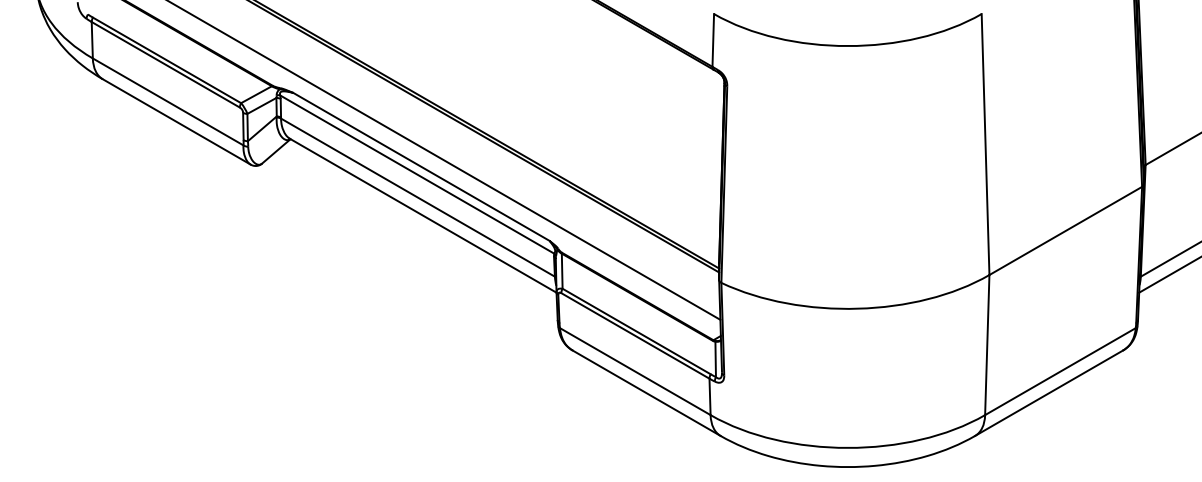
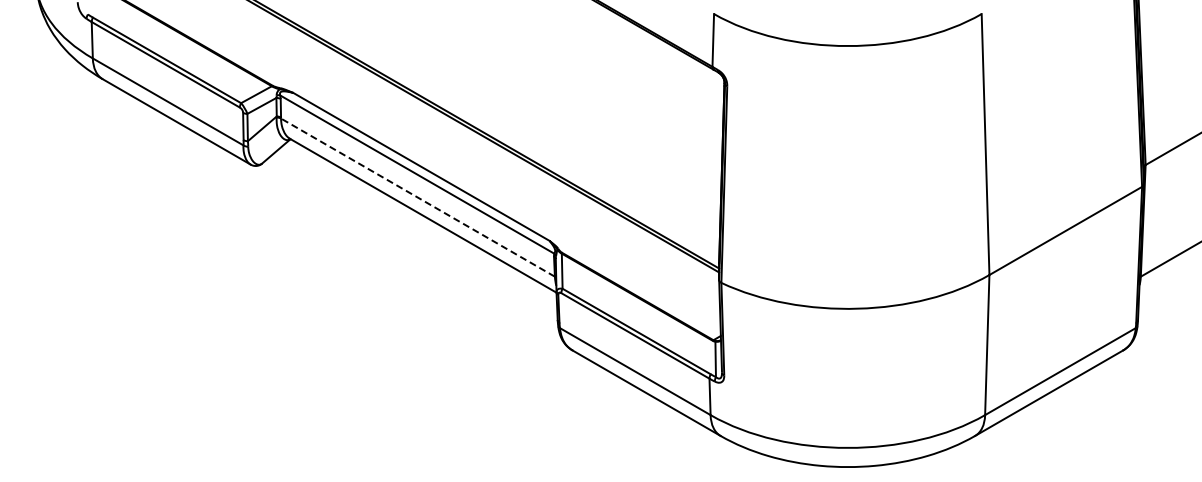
line at (445, 160): present -> none
line at (417, 197): solid -> dashed
line at (1168, 275): present -> none
